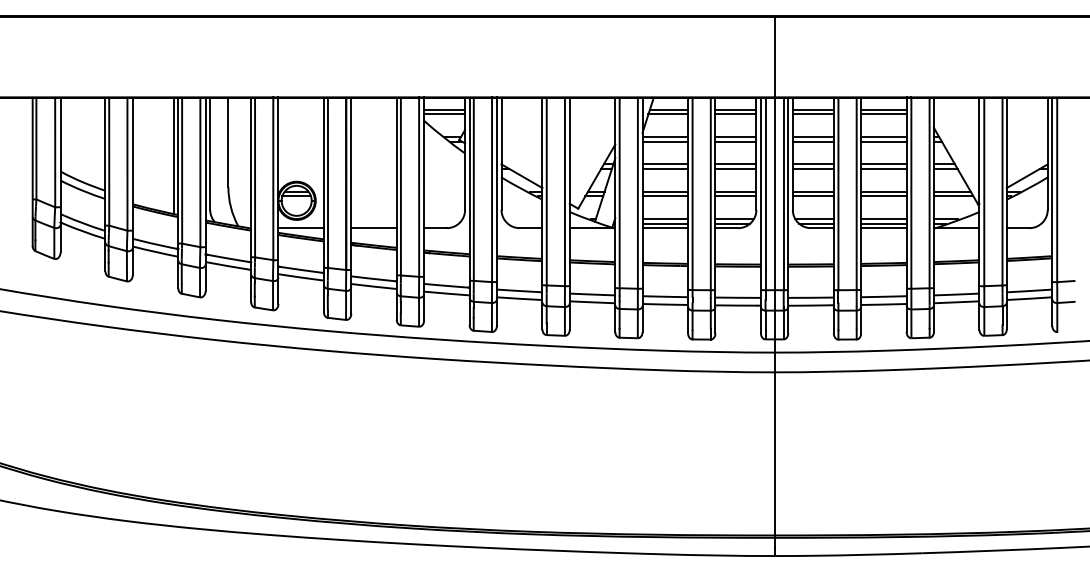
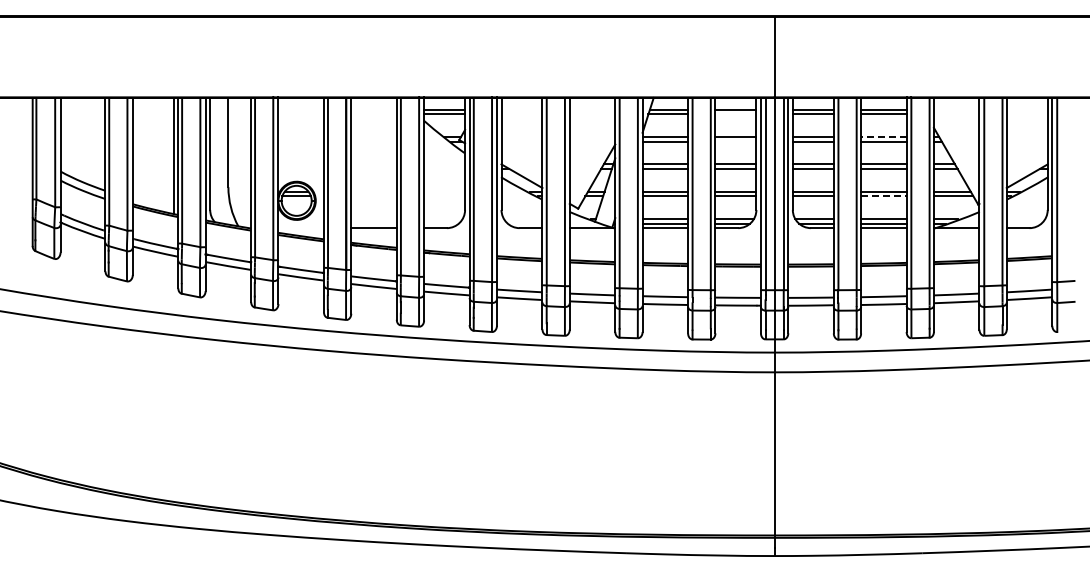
line at (735, 114): present -> none
line at (883, 137): solid -> dashed
line at (735, 141): present -> none
line at (883, 196): solid -> dashed
line at (300, 228): present -> none
